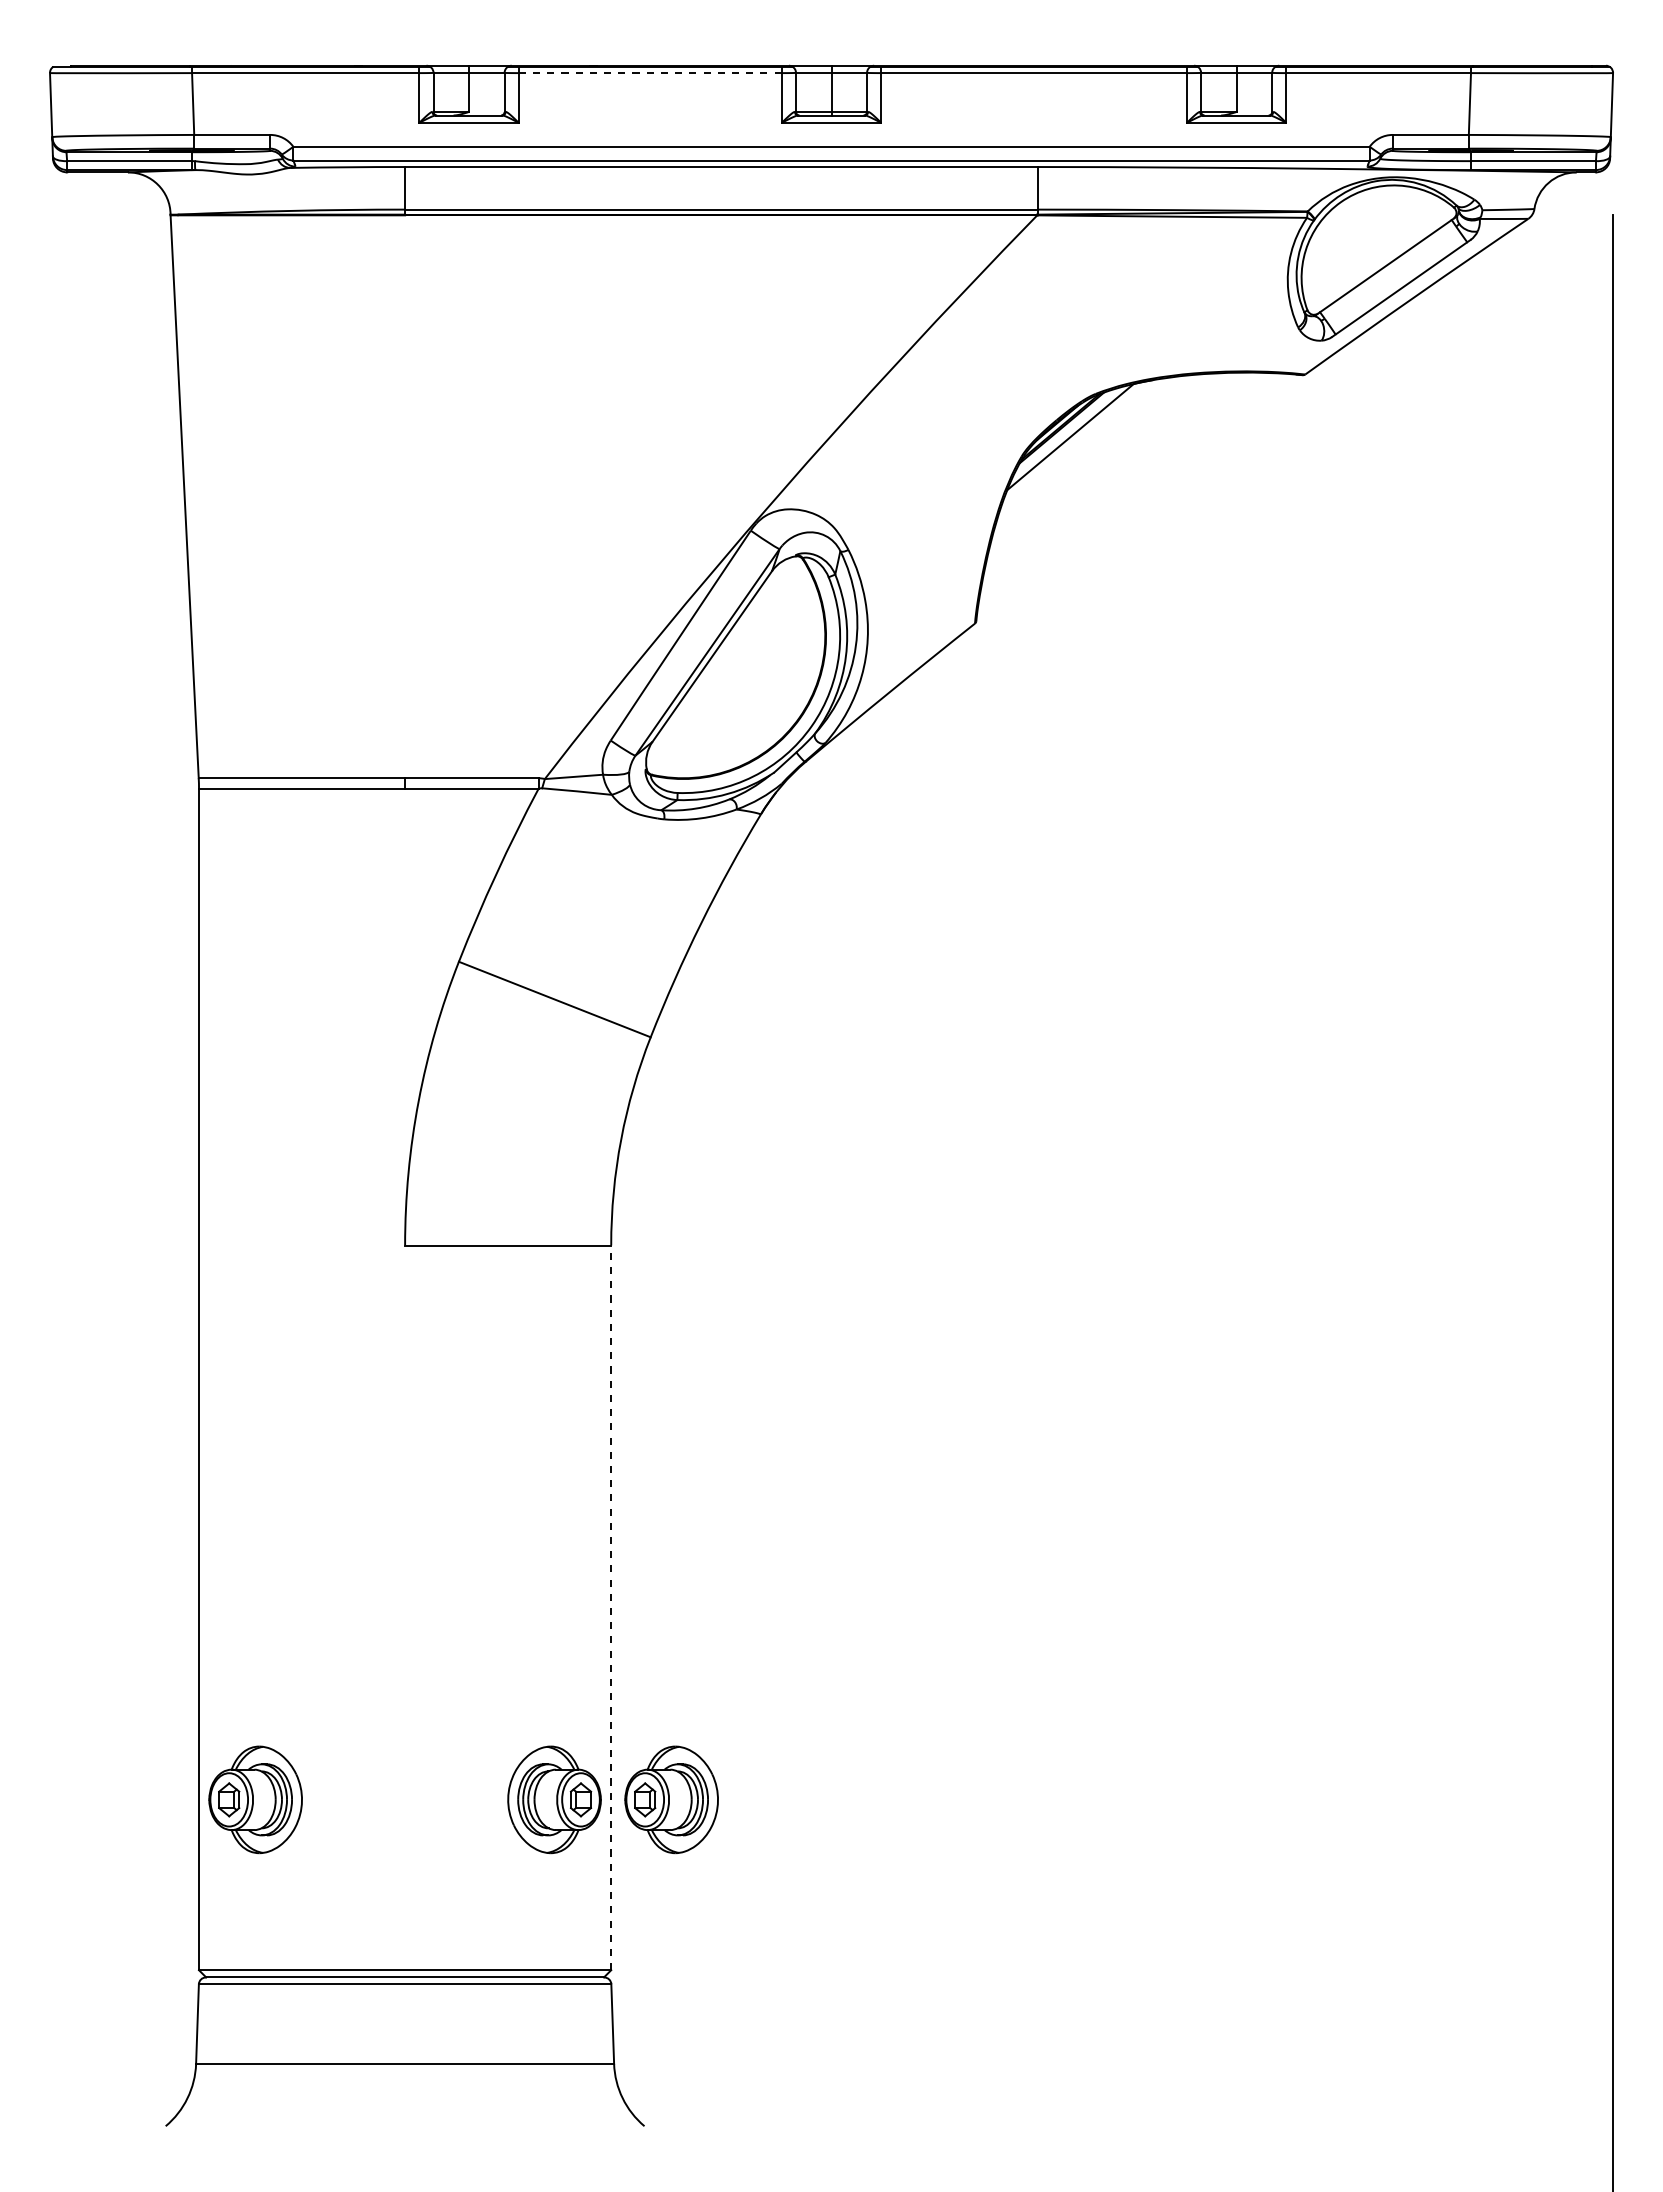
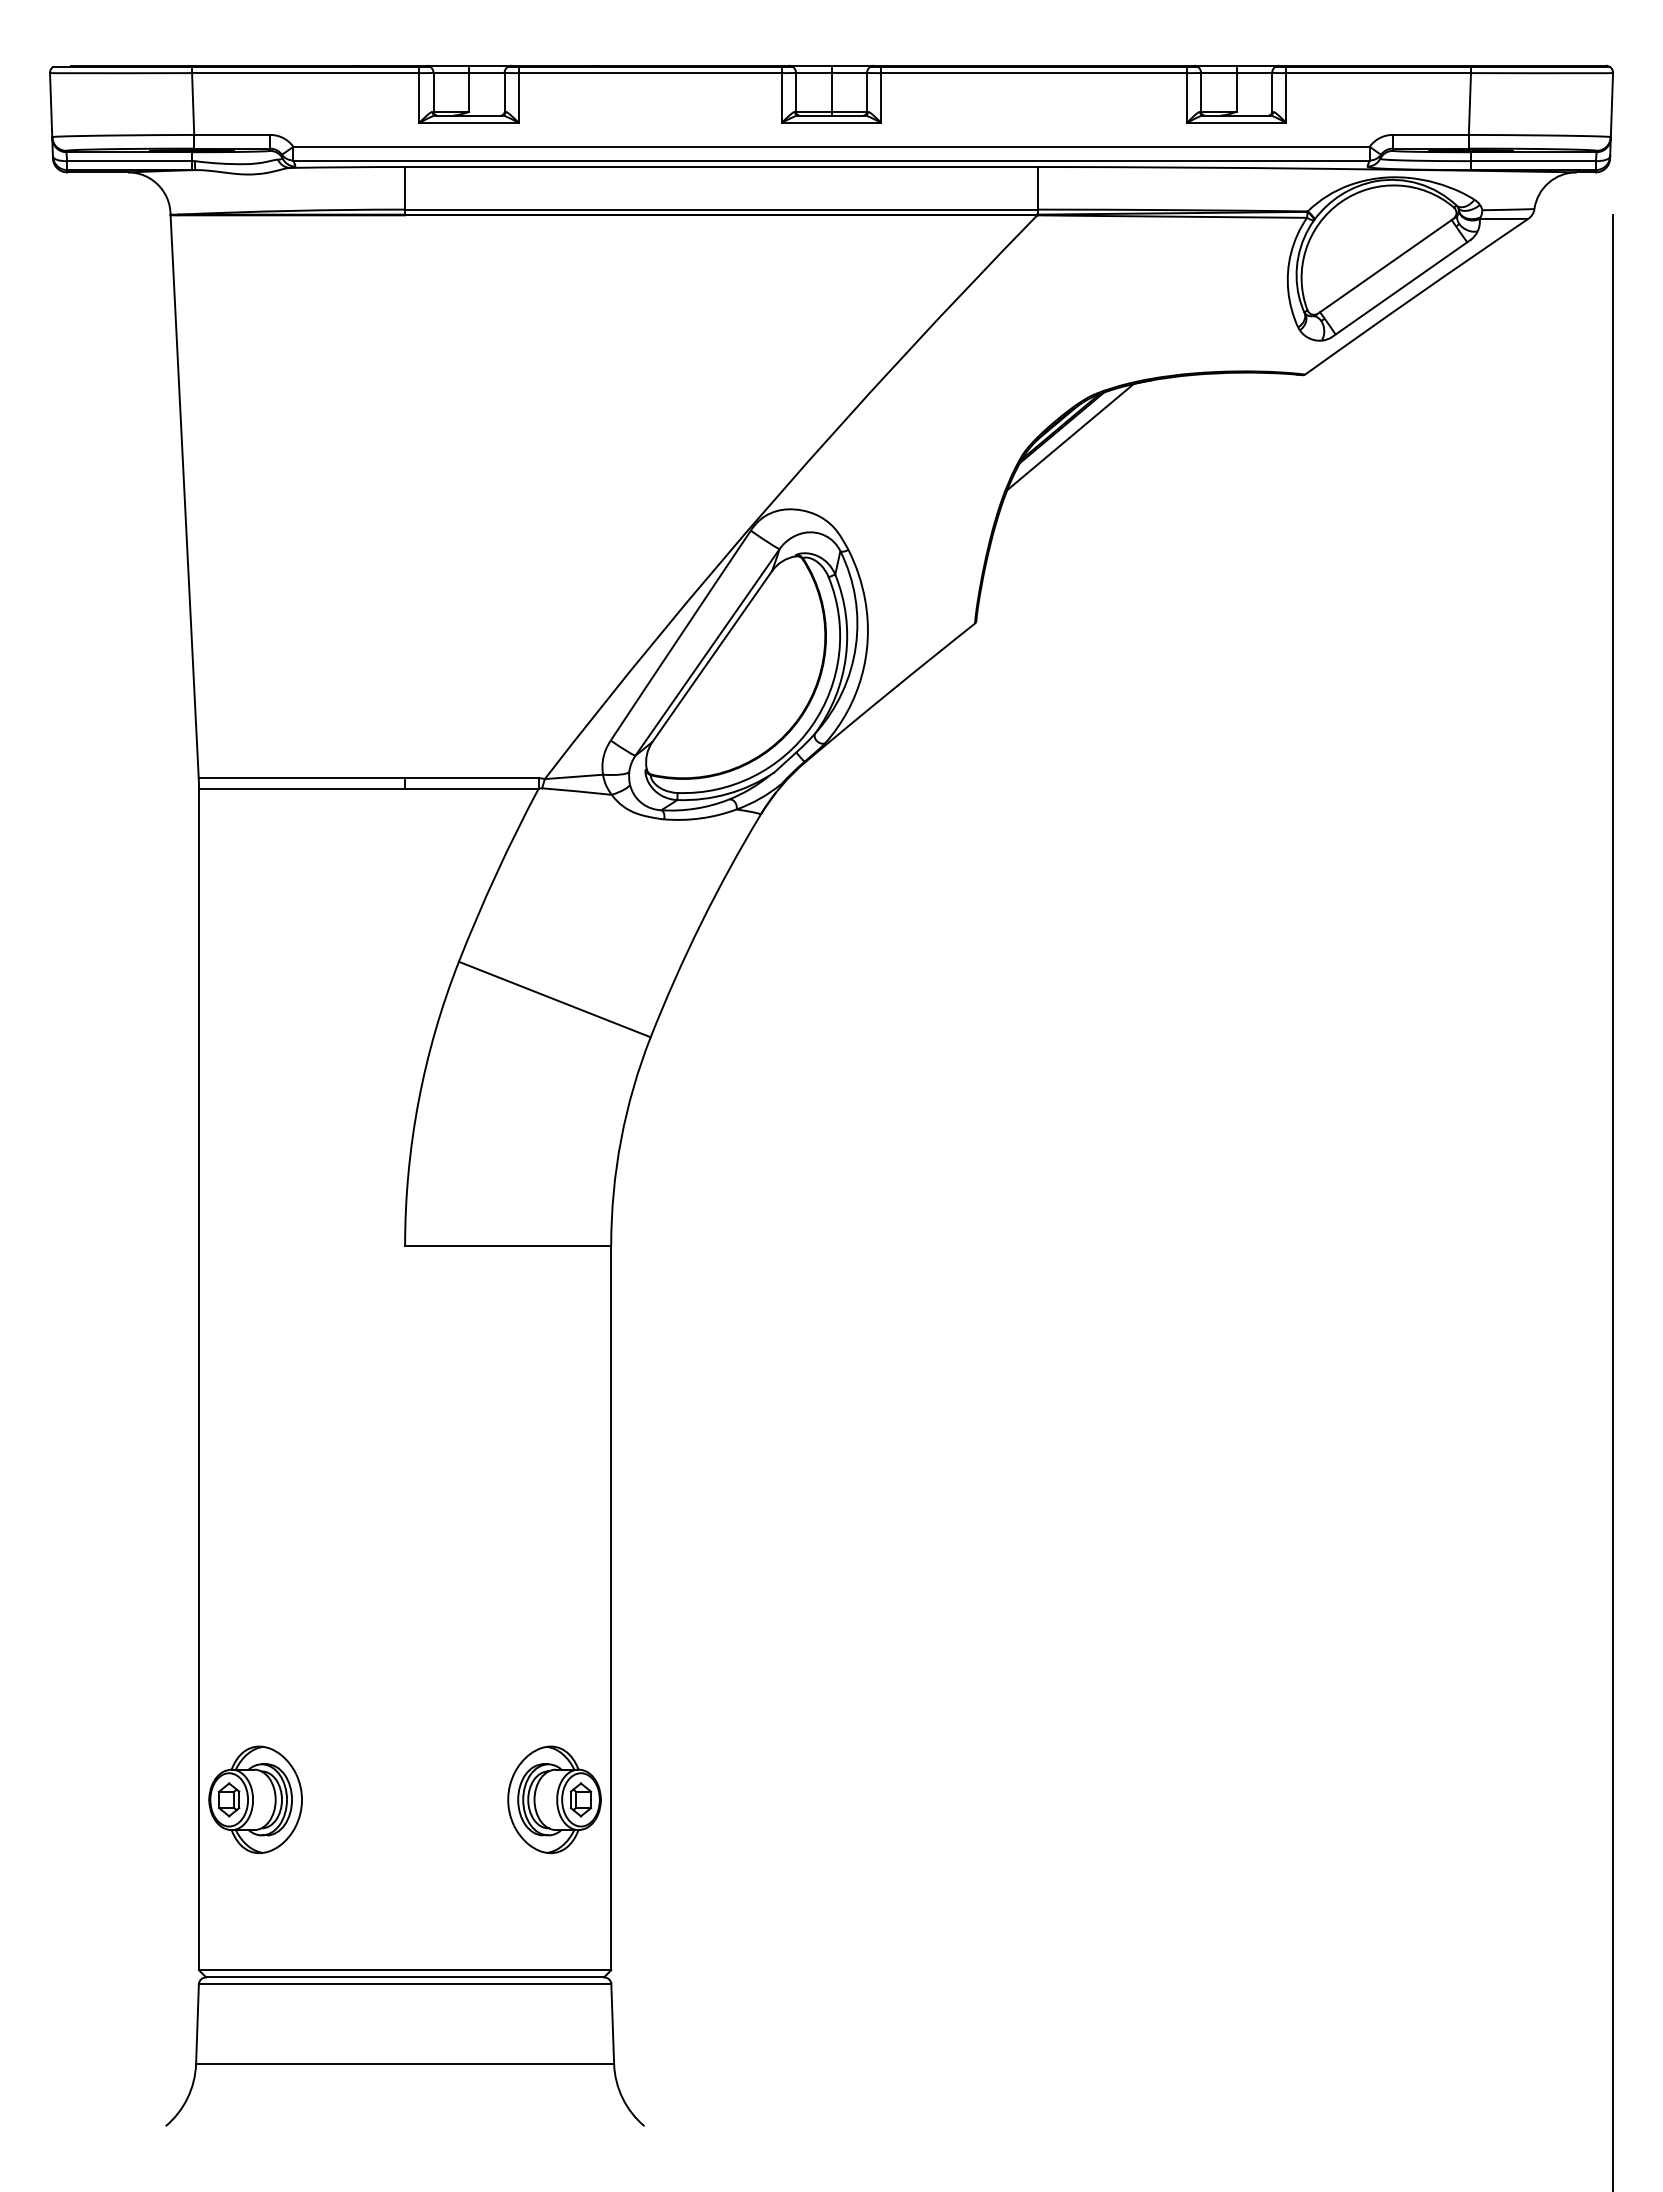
line at (650, 73): dashed -> solid
line at (611, 1607): dashed -> solid
part at (671, 1799): present -> none
